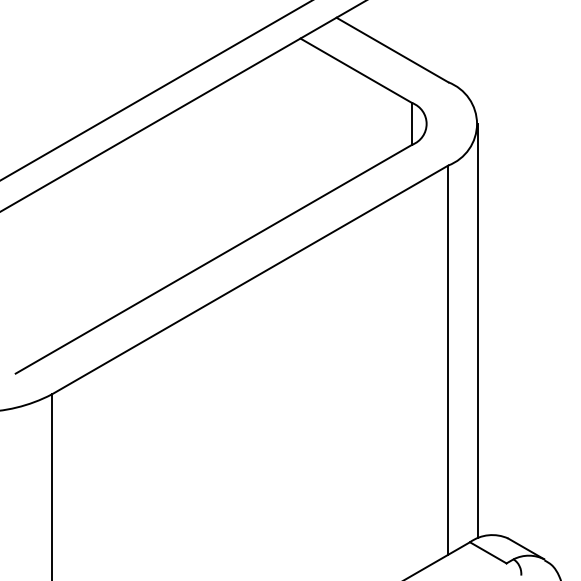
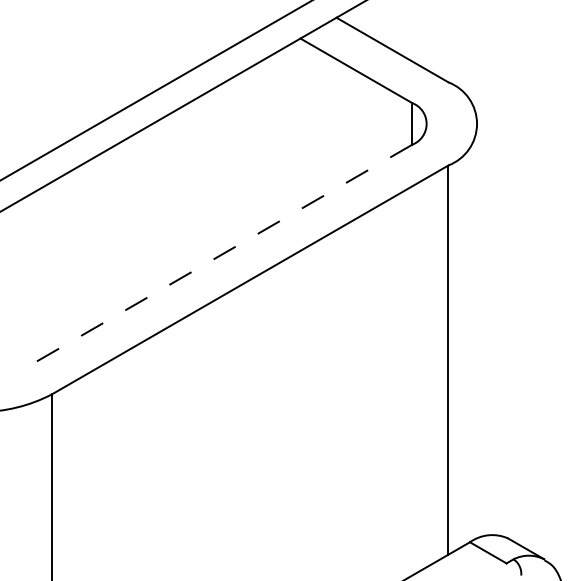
line at (214, 259): solid -> dashed
line at (478, 330): present -> none
